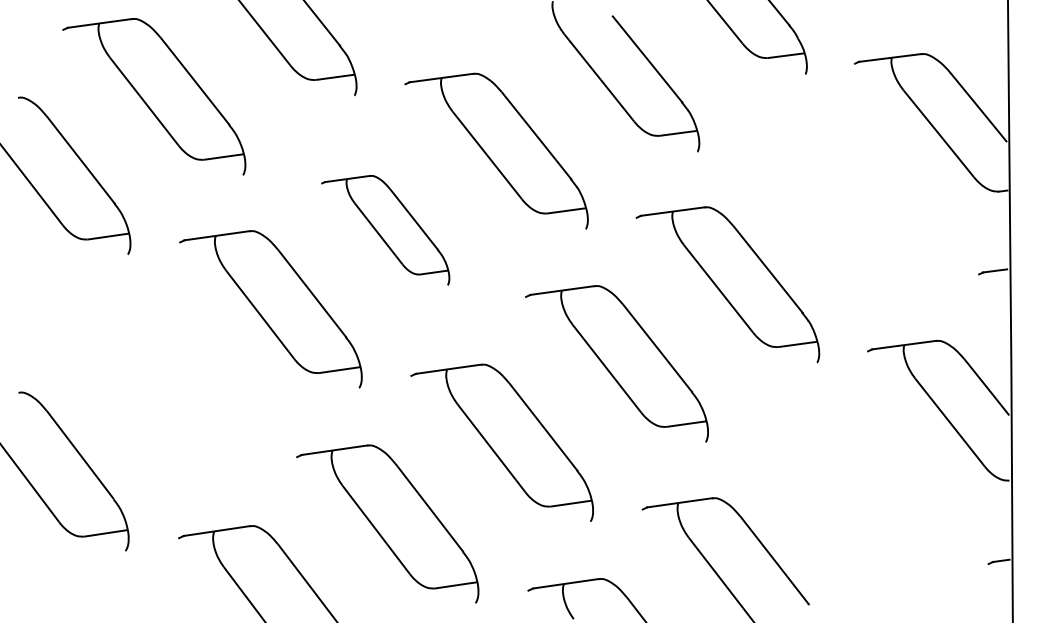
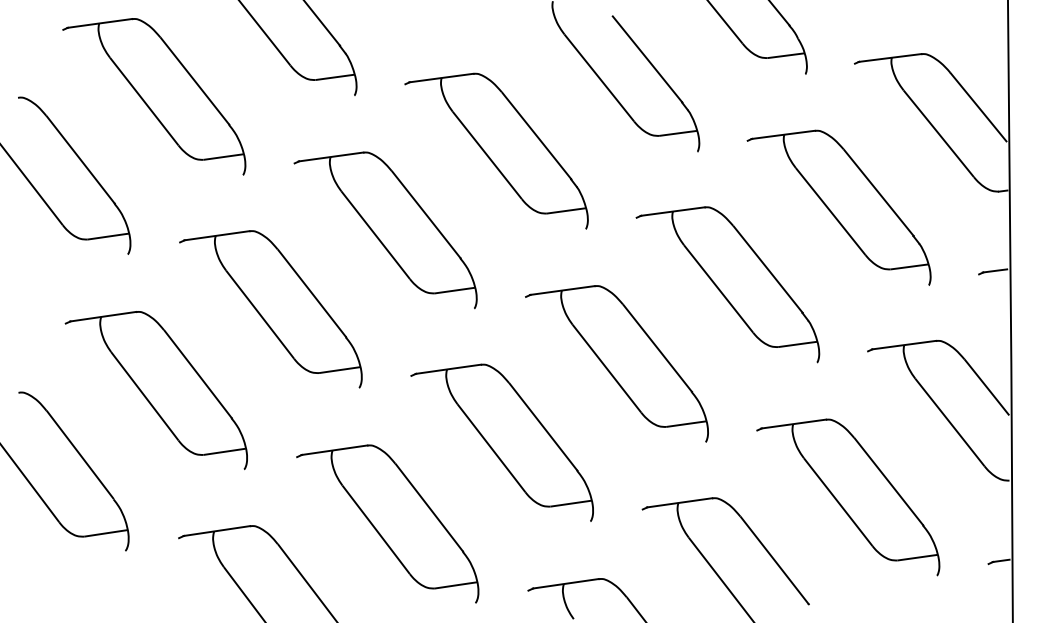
part at (838, 207): none -> present
part at (385, 230) size: 130x111 px -> 185x159 px
part at (155, 390): none -> present
part at (848, 497): none -> present
